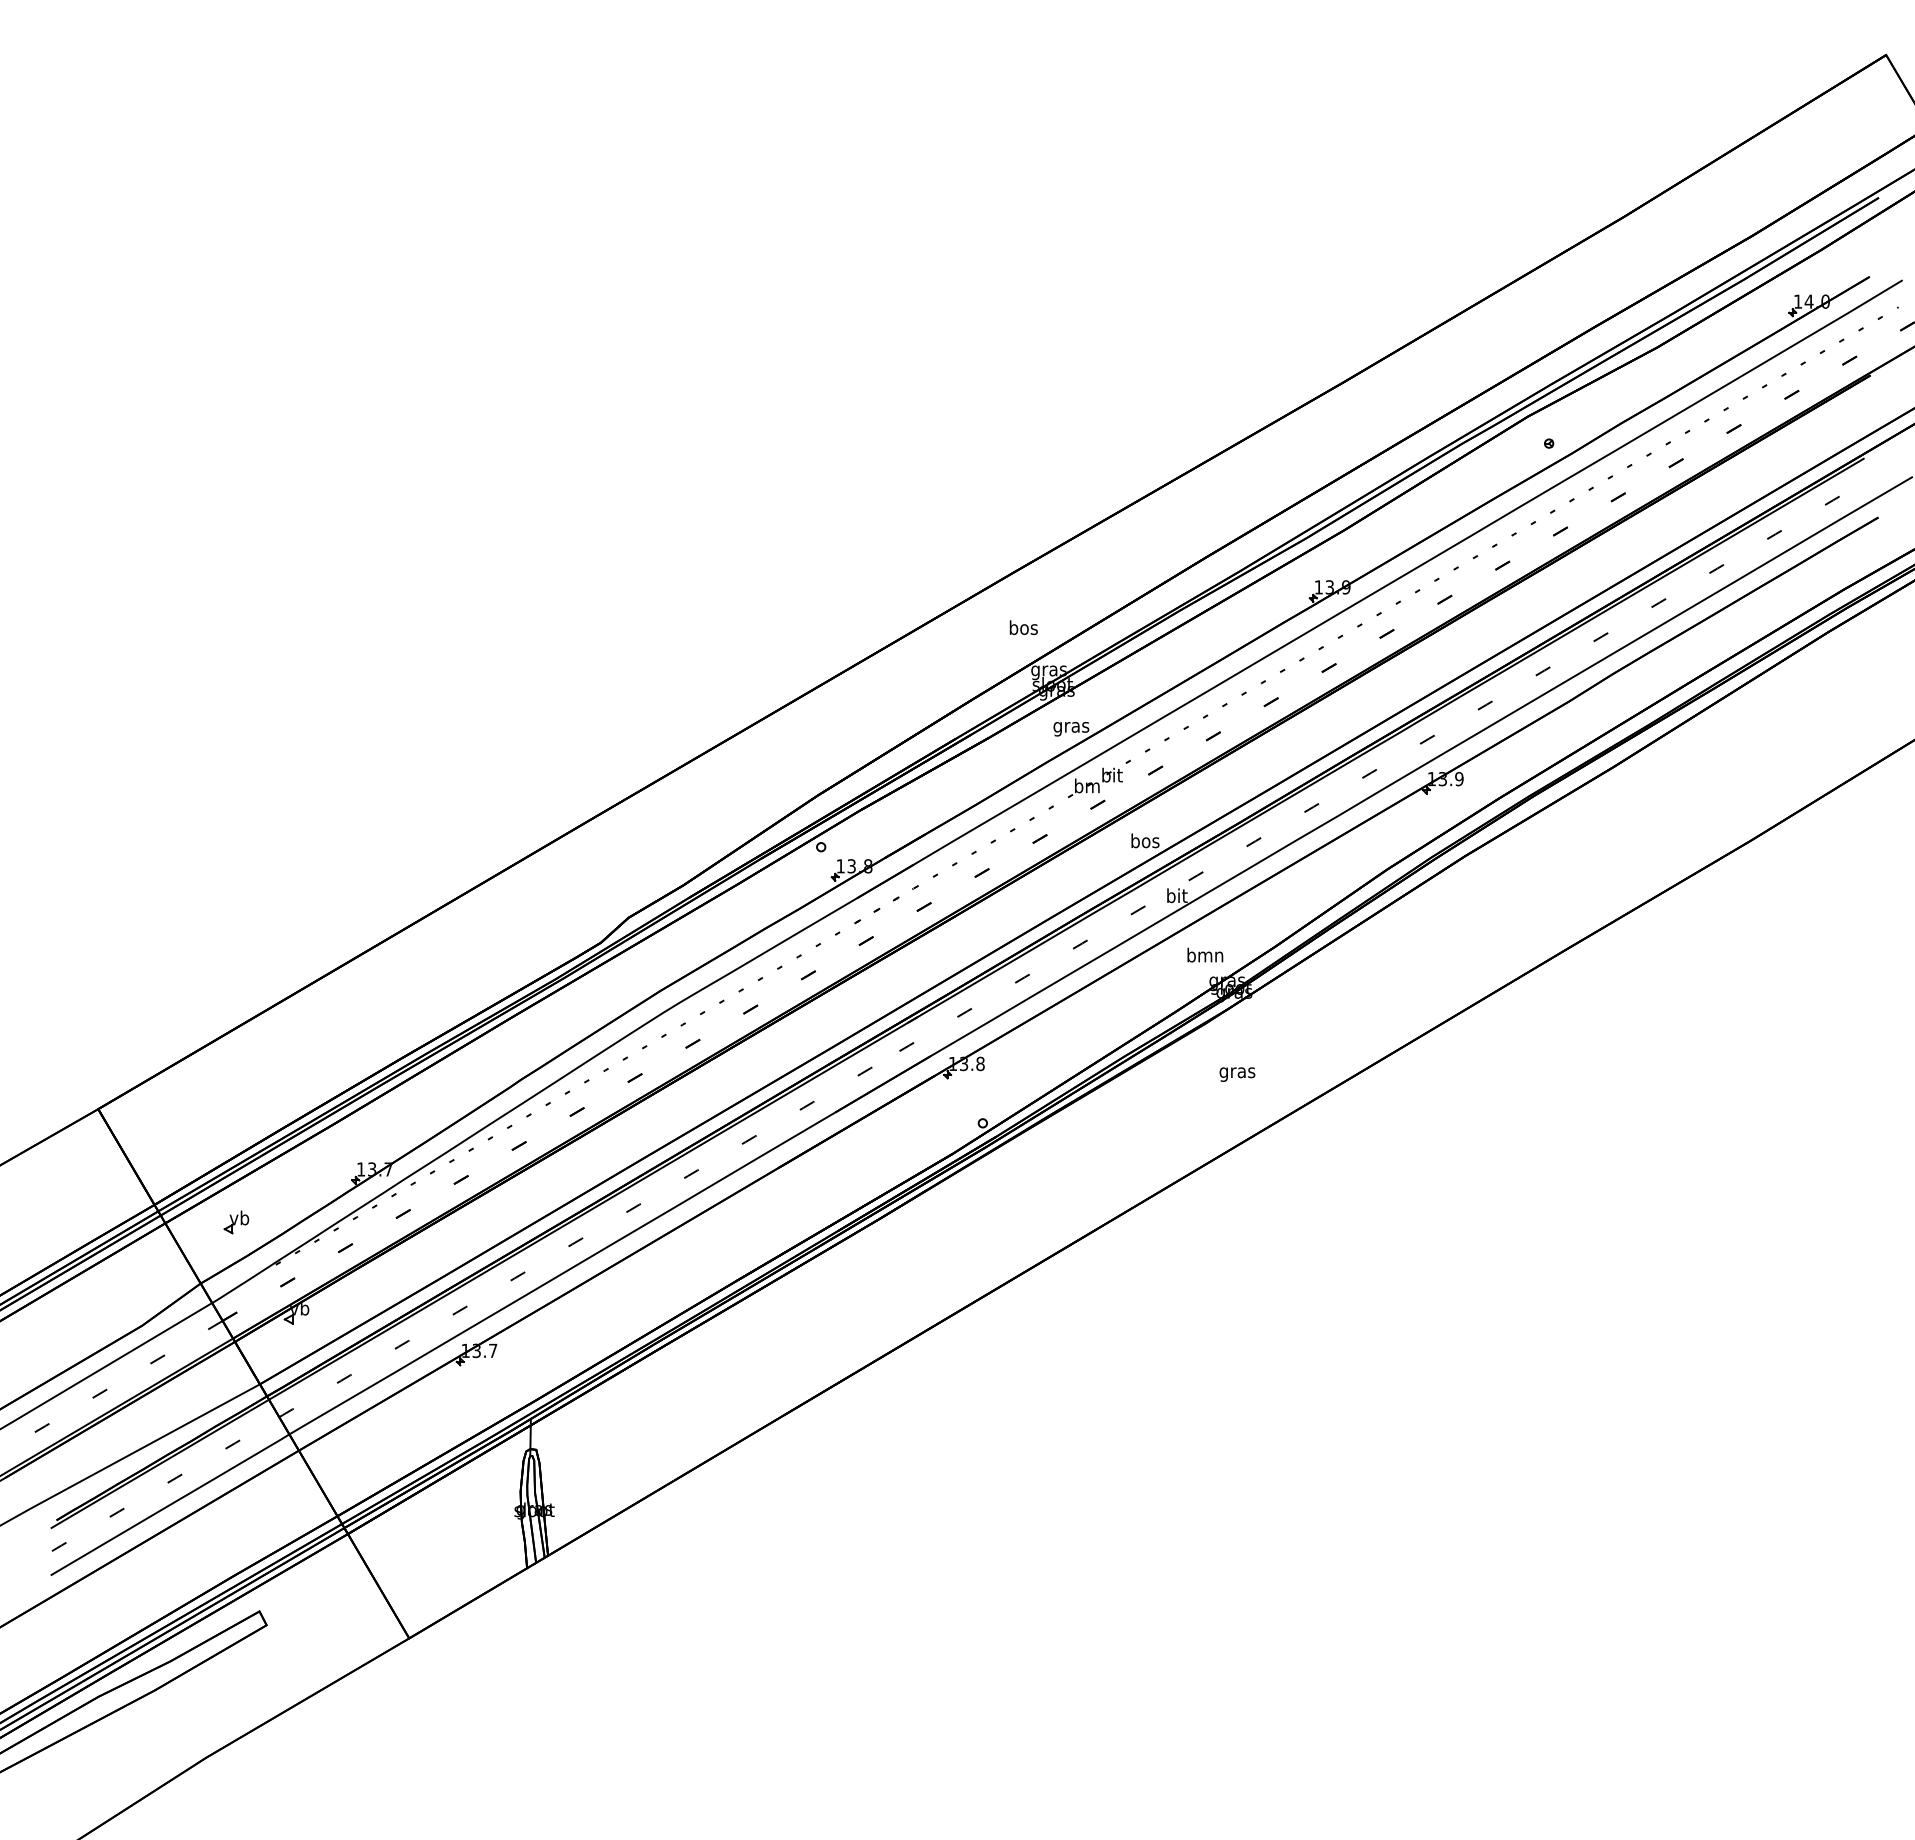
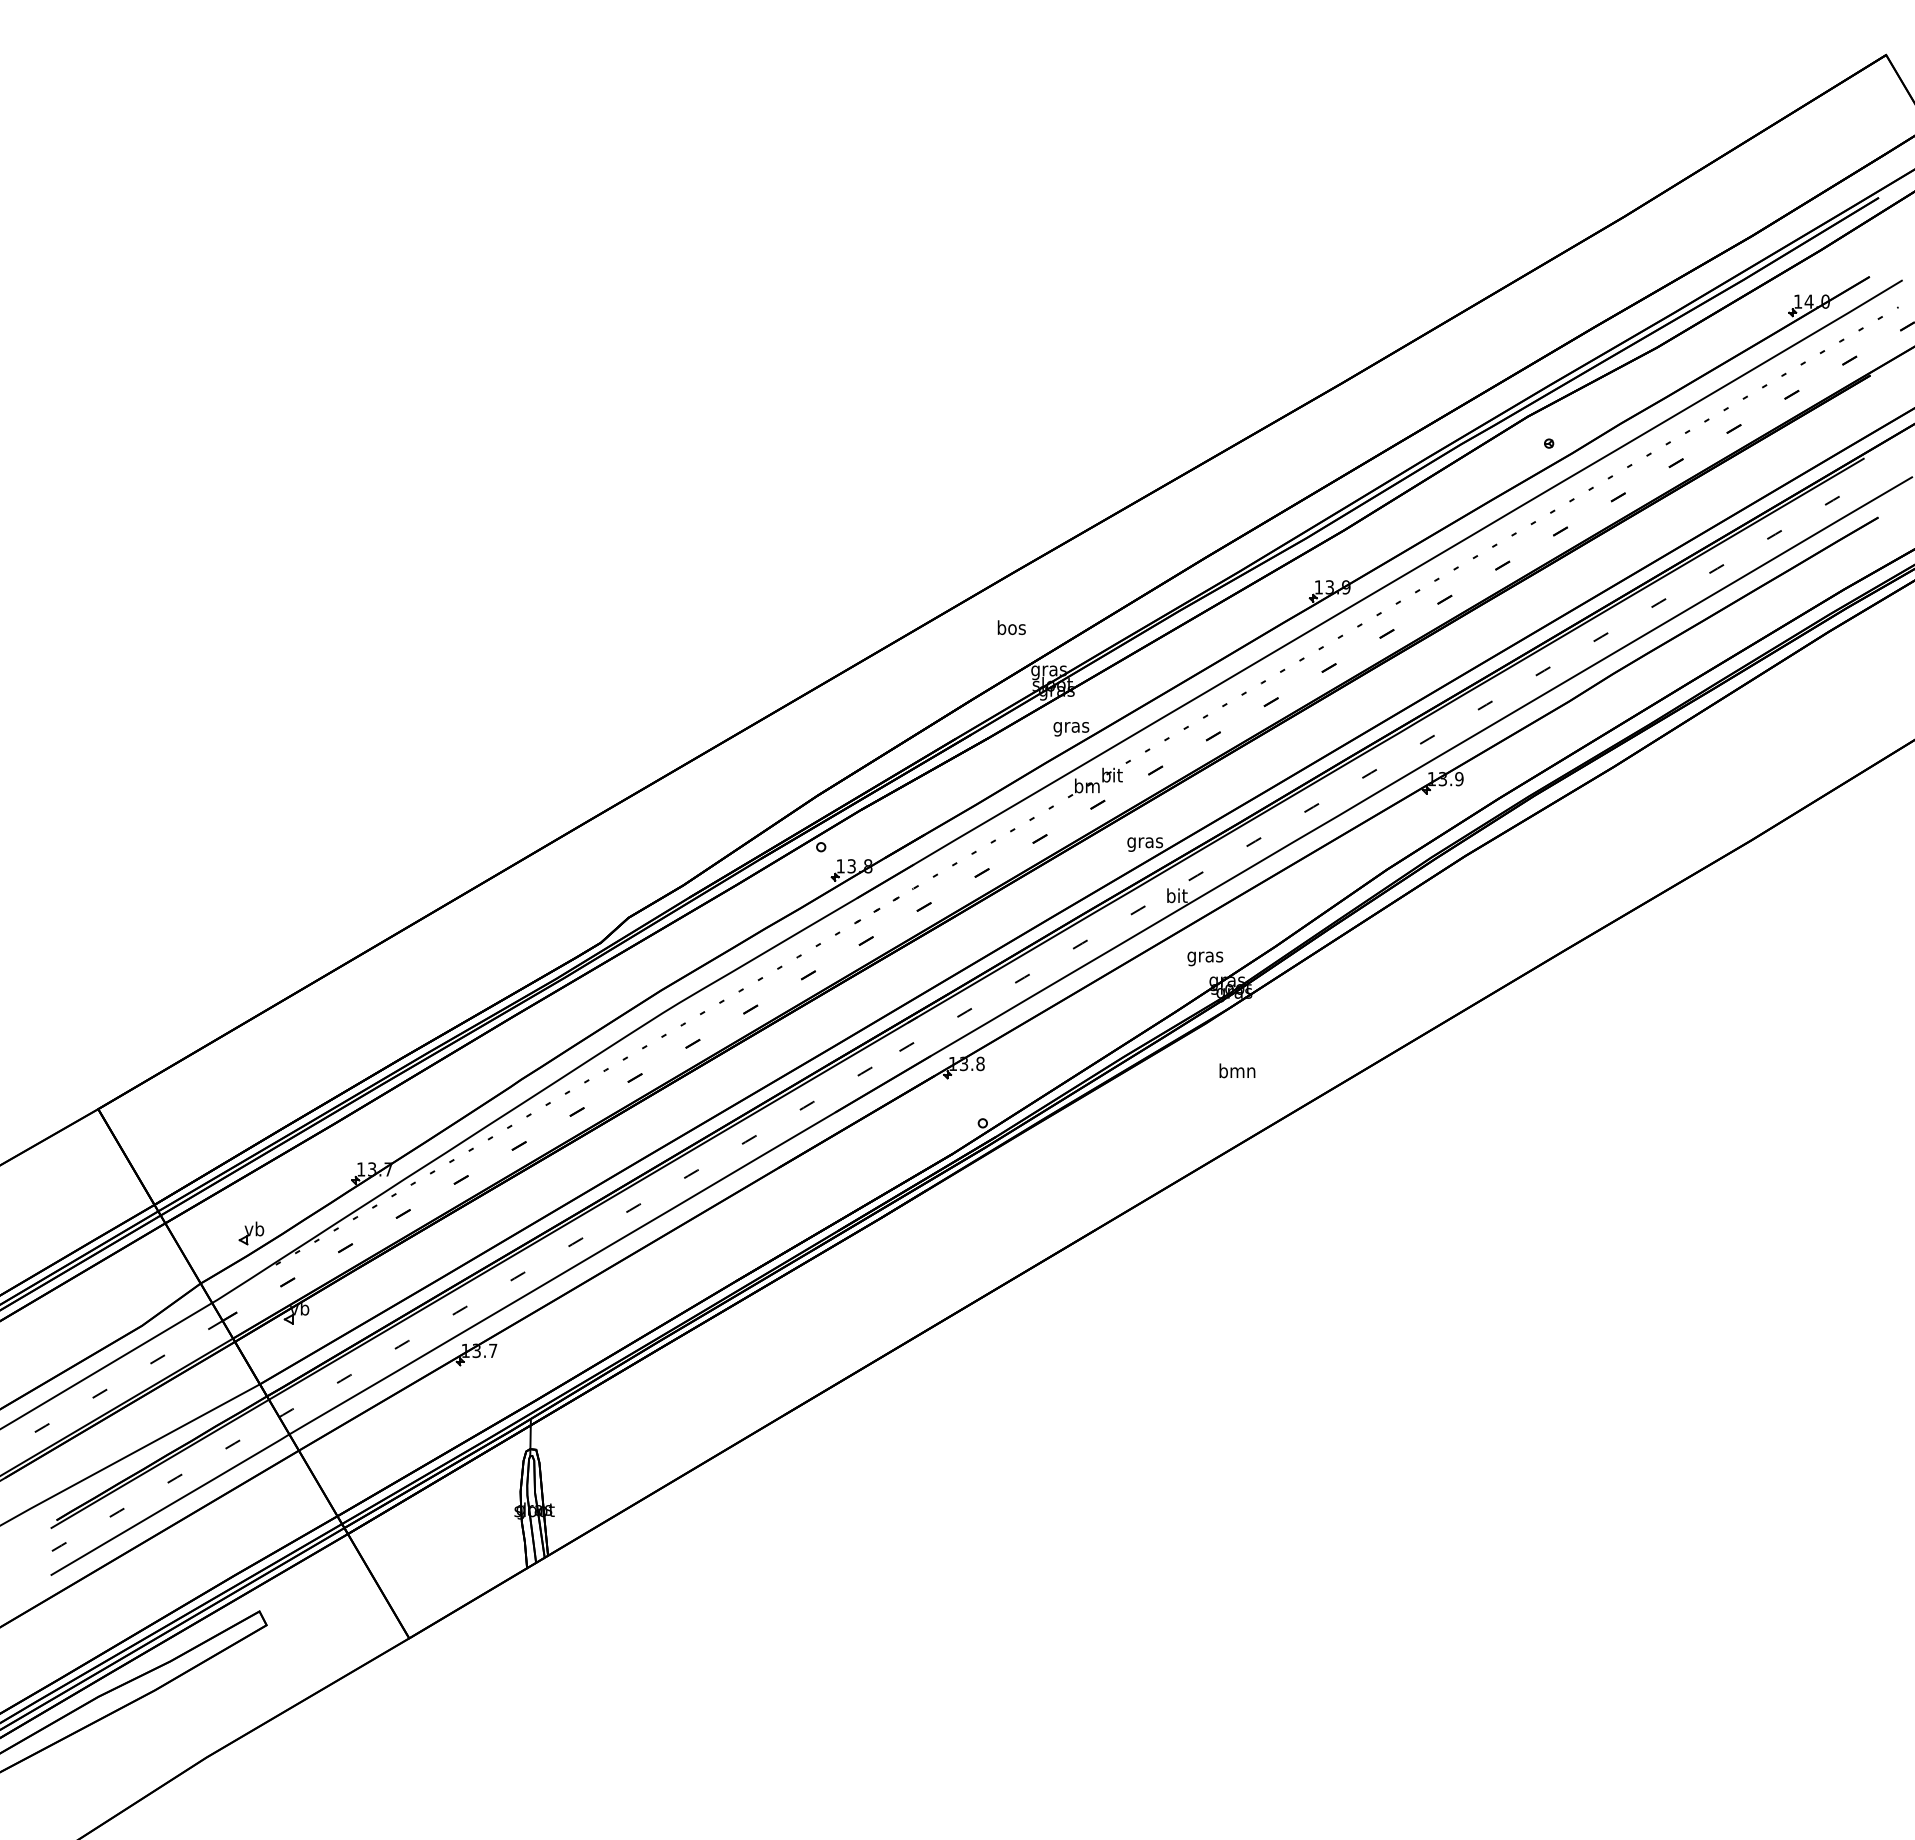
text at (1023, 627) position: (1023, 627) -> (1011, 627)
text at (1145, 842): bos -> gras
text at (1205, 956): bmn -> gras
text at (1237, 1072): gras -> bmn
part at (236, 1222) position: (236, 1222) -> (251, 1233)
